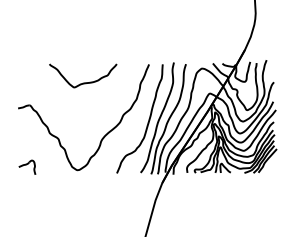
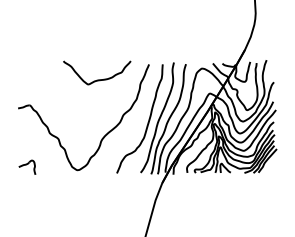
curve at (83, 82) position: (83, 82) -> (97, 79)
